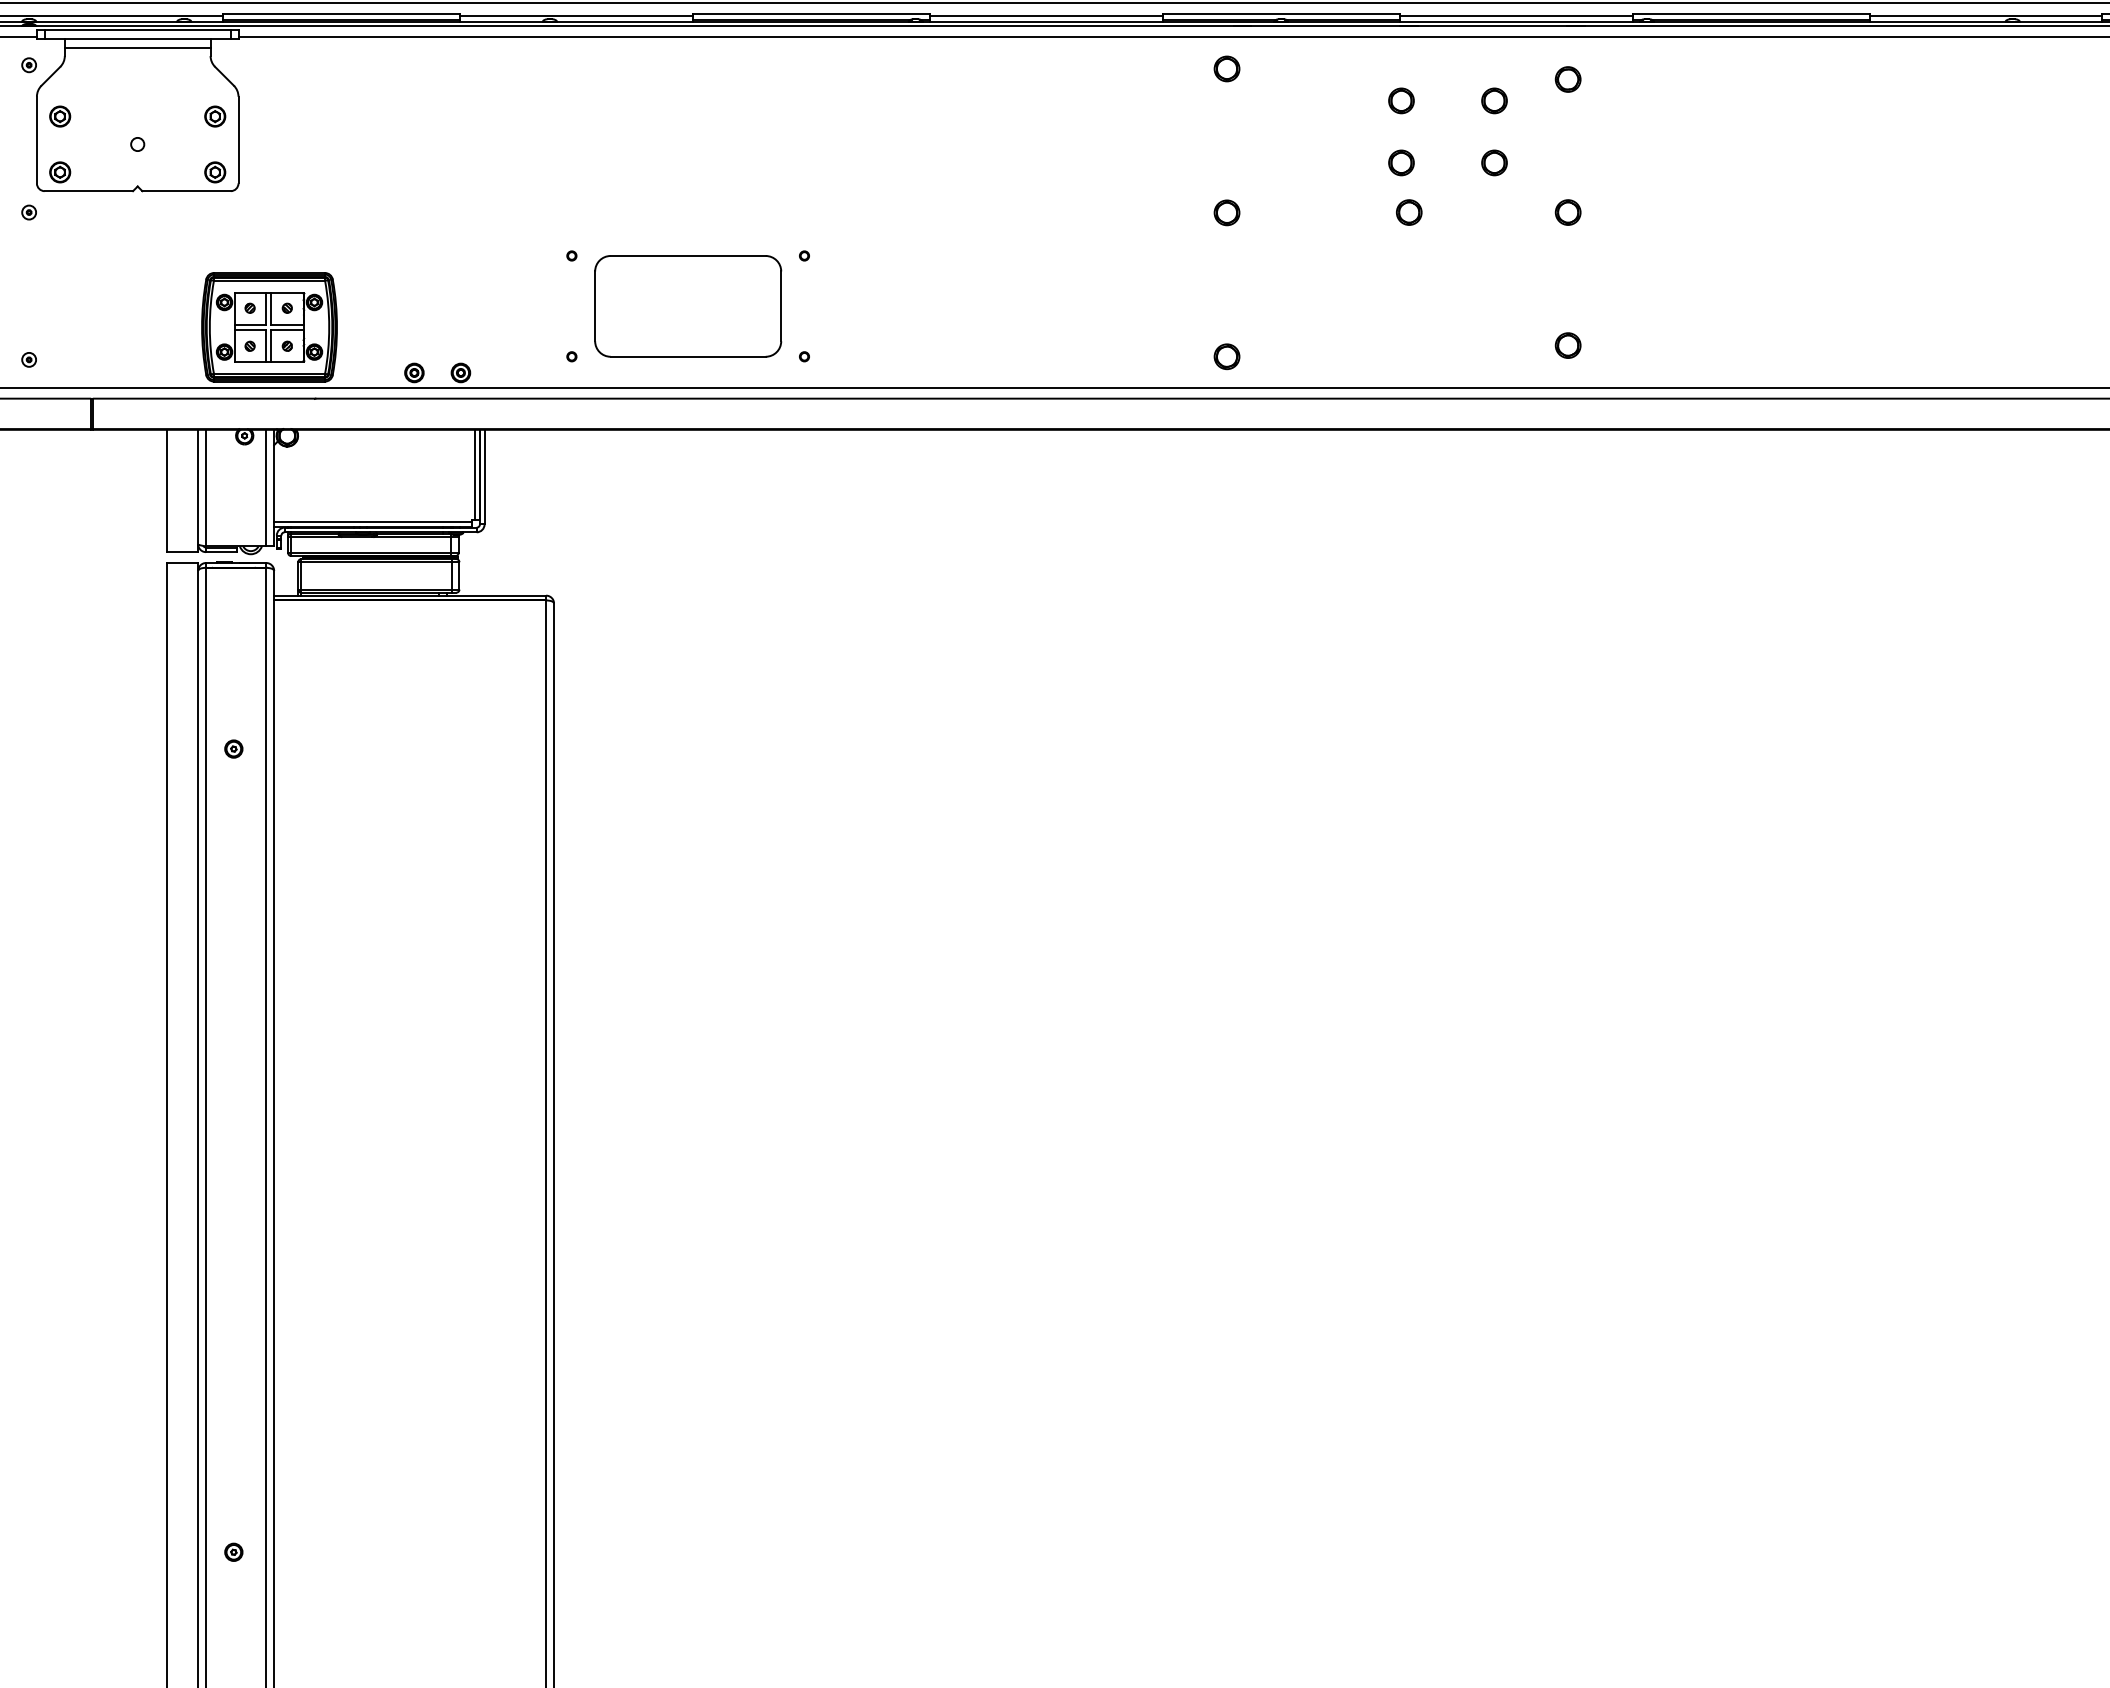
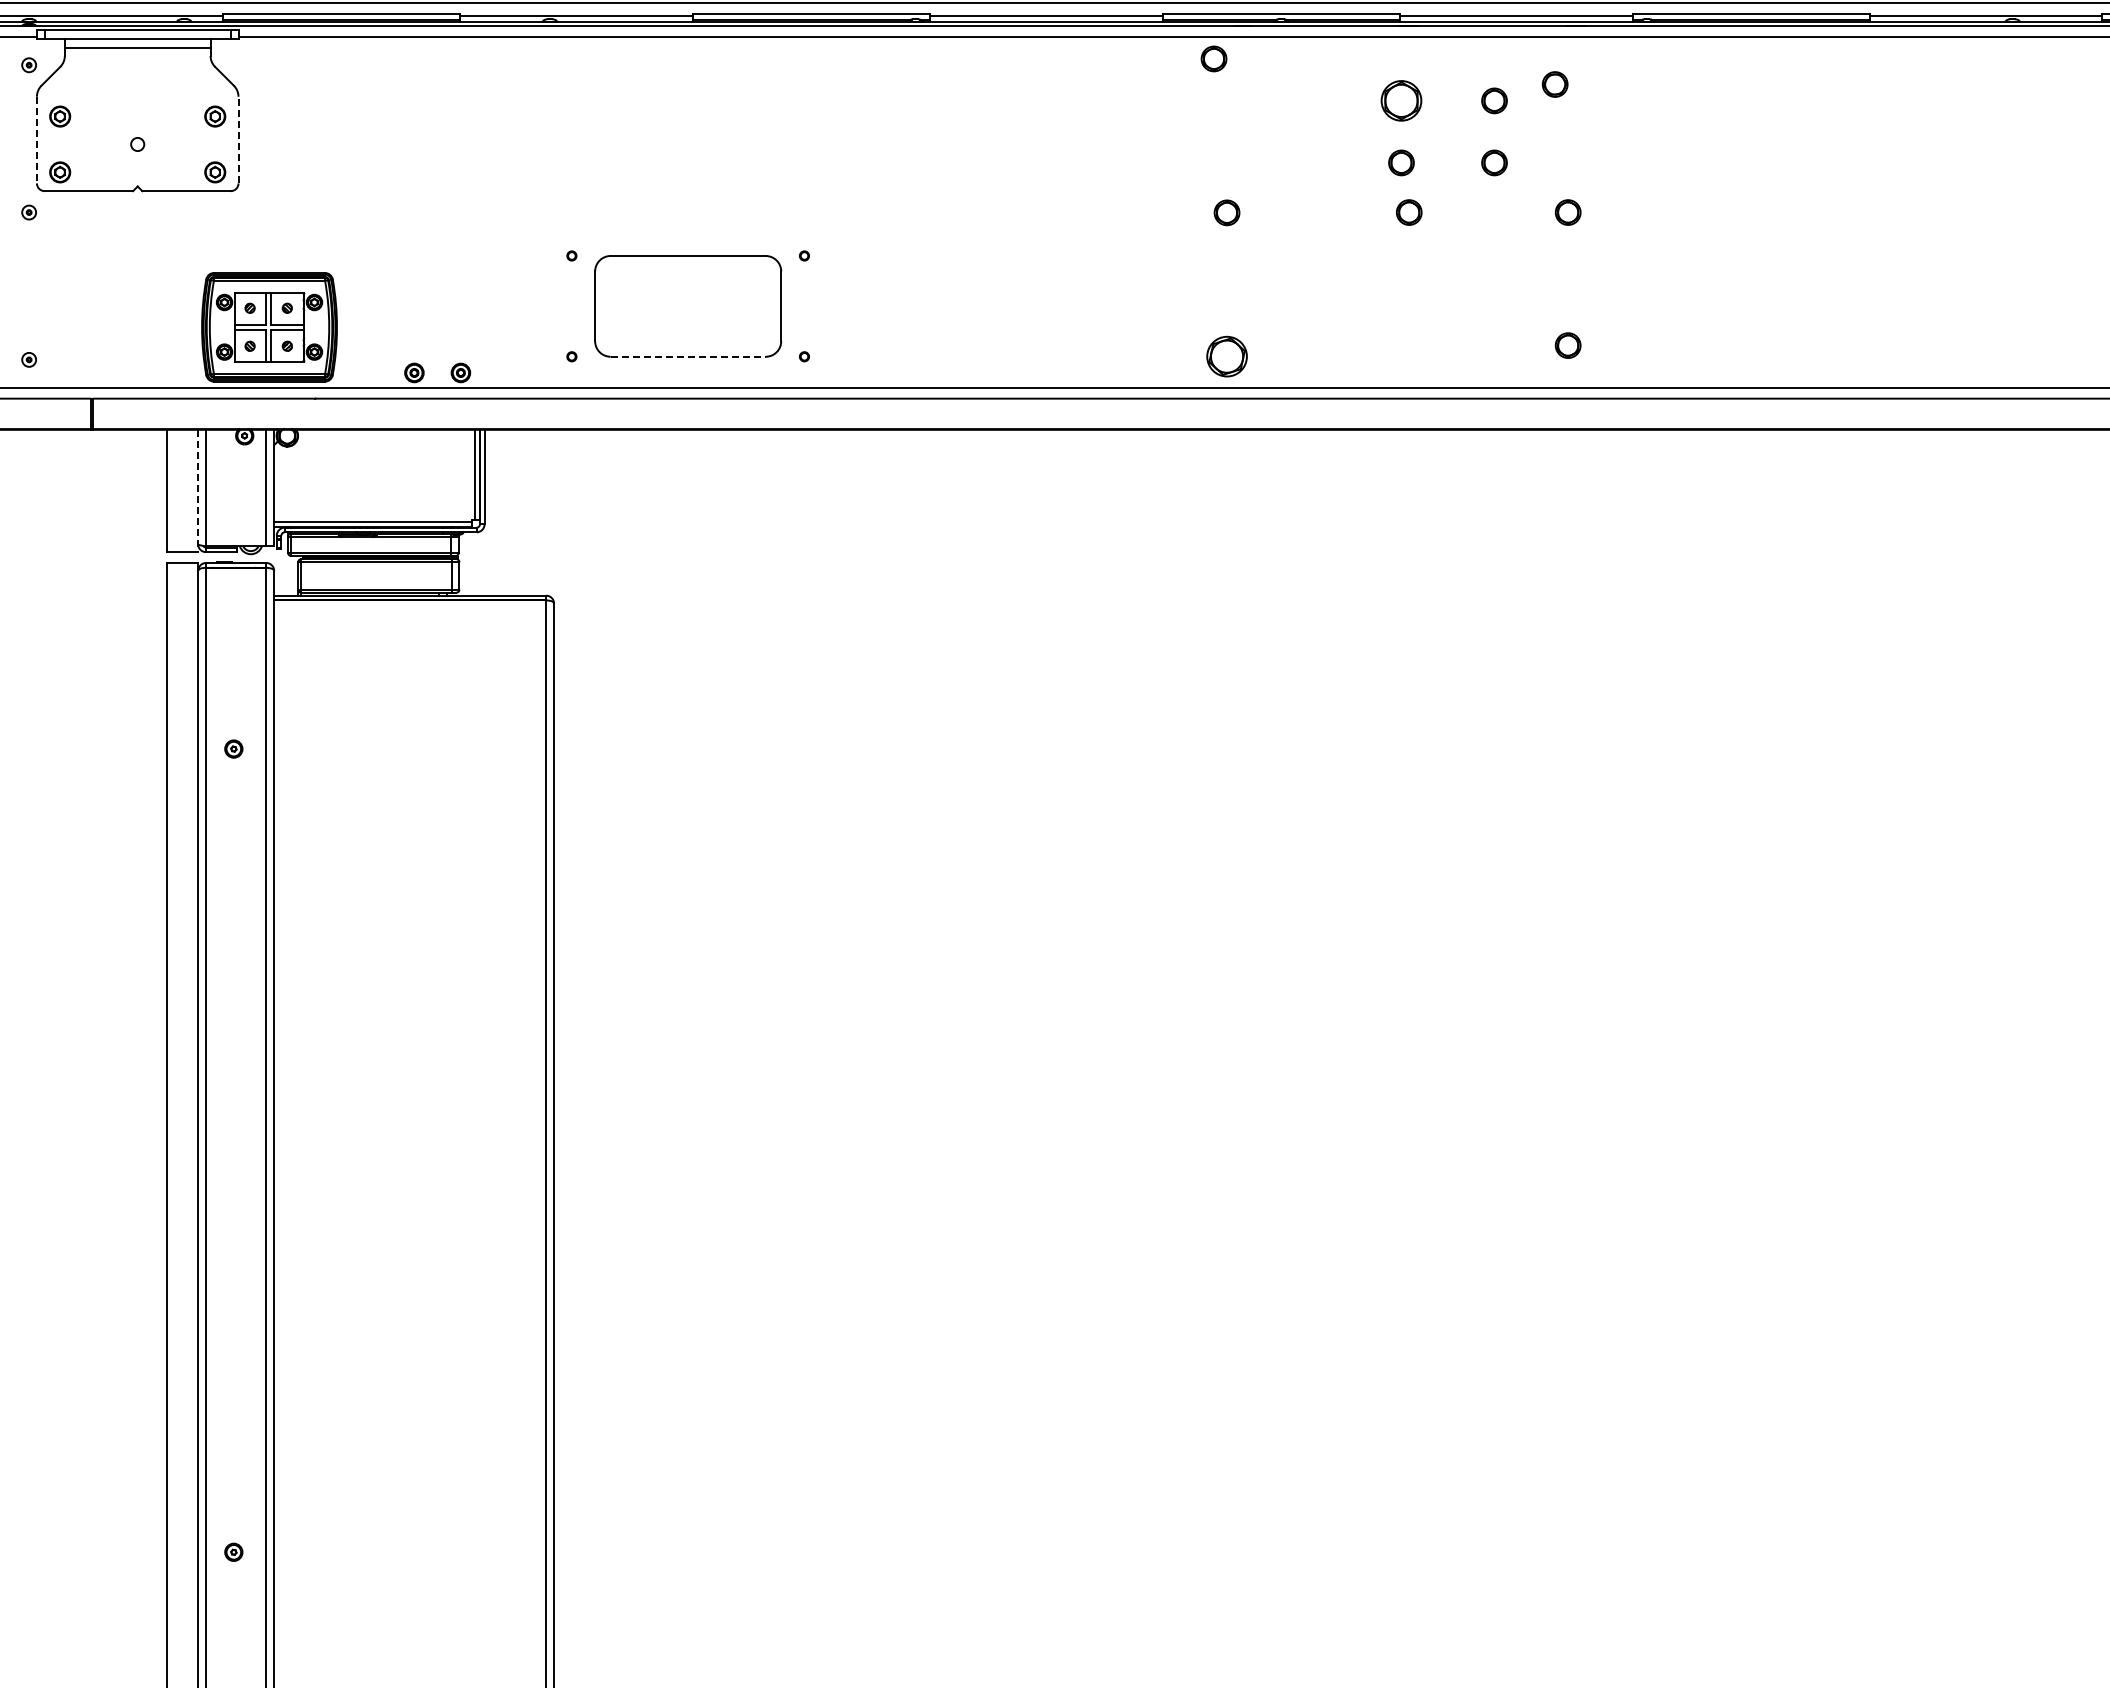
part at (1226, 68) position: (1226, 68) -> (1213, 58)
part at (1567, 79) position: (1567, 79) -> (1554, 84)
part at (1401, 100) size: 27x28 px -> 43x42 px
line at (238, 139): solid -> dashed
line at (36, 140): solid -> dashed
line at (688, 356): solid -> dashed
part at (1226, 356) size: 28x28 px -> 42x43 px
line at (198, 491): solid -> dashed
